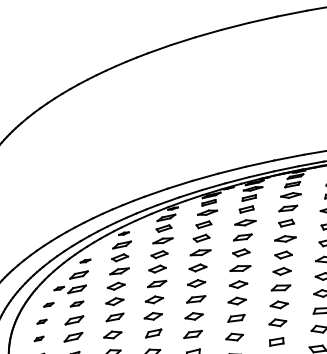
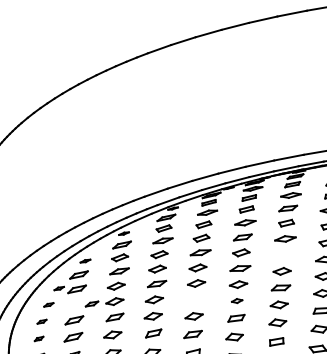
part at (283, 254): present -> none
part at (196, 299): present -> none
part at (236, 300) size: 20x10 px -> 13x7 px
part at (76, 303) position: (76, 303) -> (91, 303)
